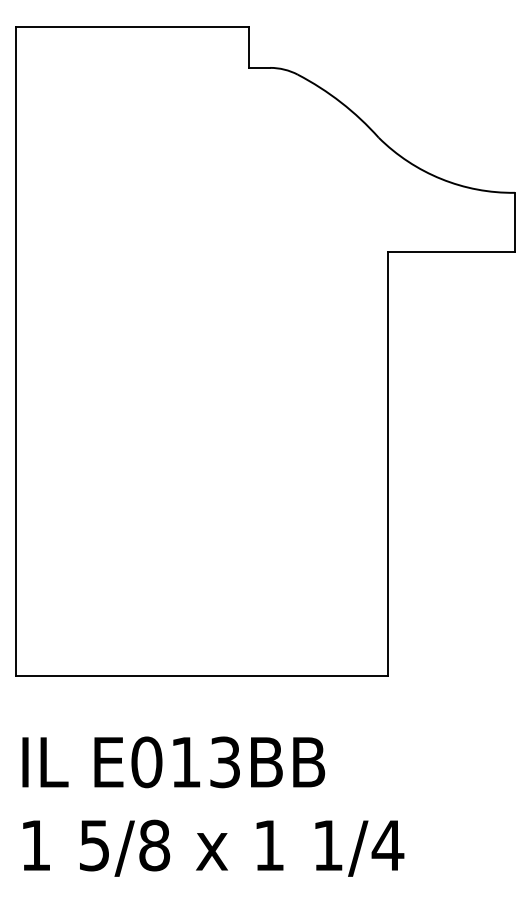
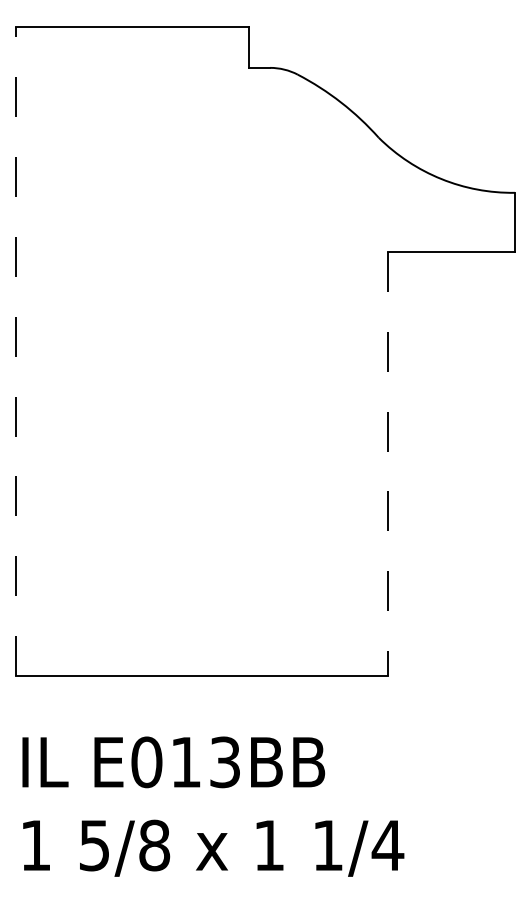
line at (15, 351): solid -> dashed
line at (387, 464): solid -> dashed
